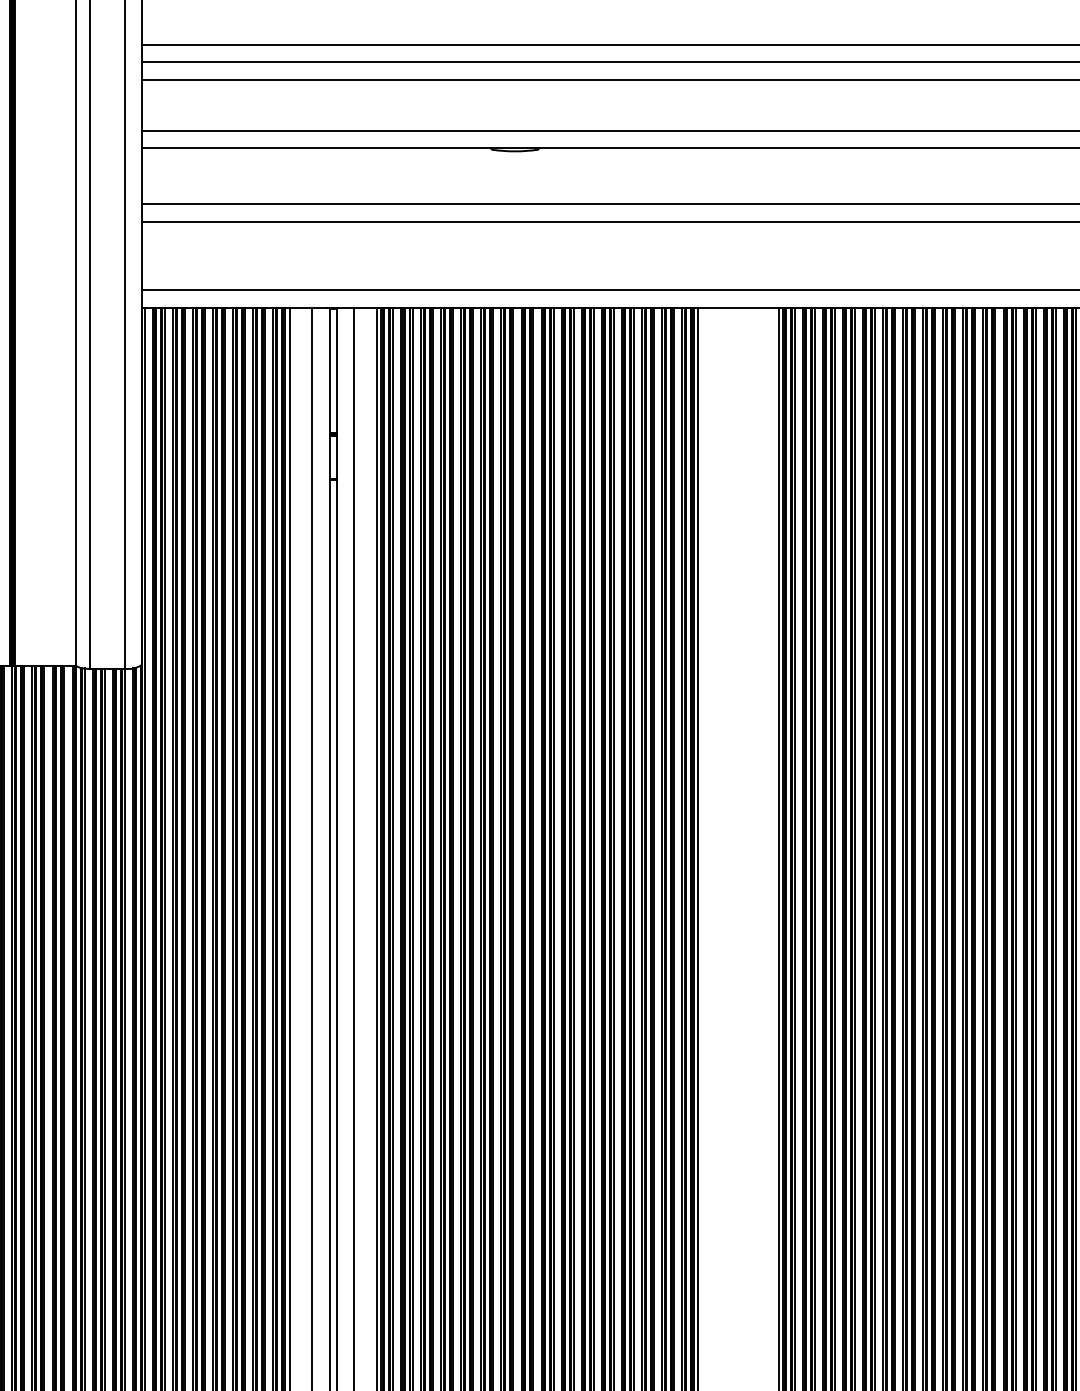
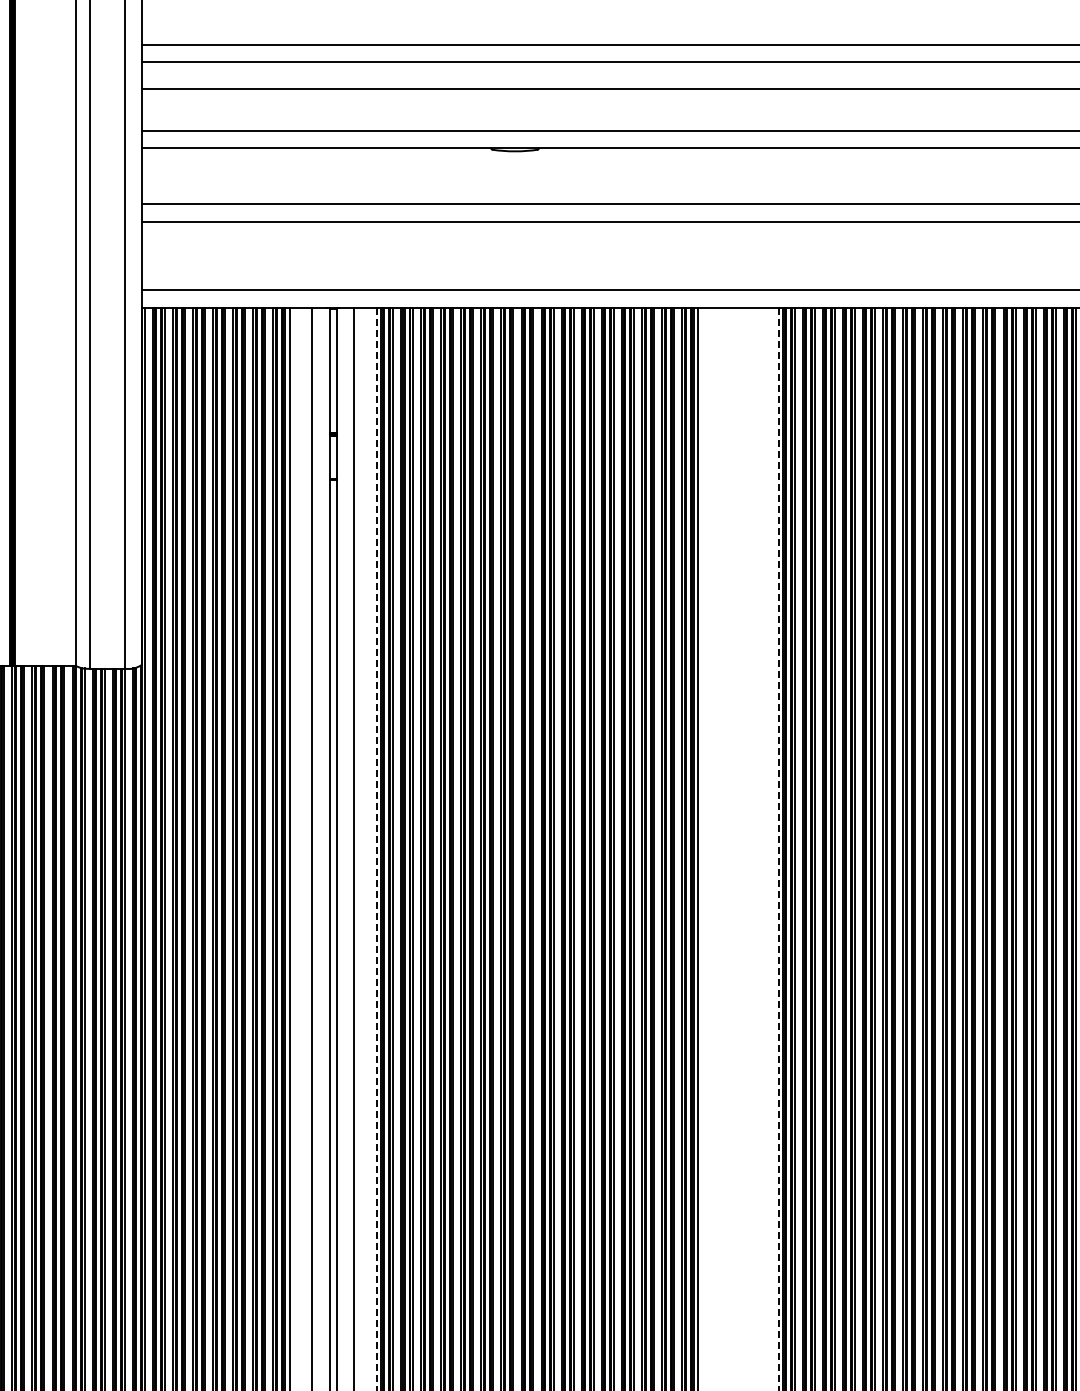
line at (608, 79) position: (608, 79) -> (608, 88)
line at (376, 849): solid -> dashed
line at (778, 849): solid -> dashed
